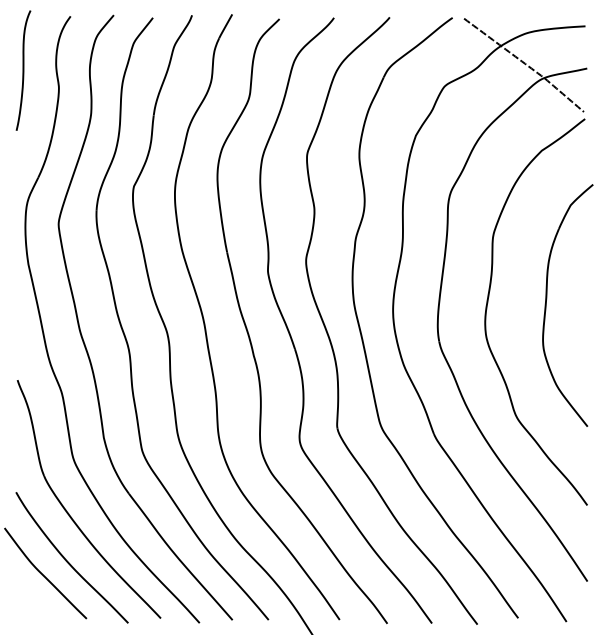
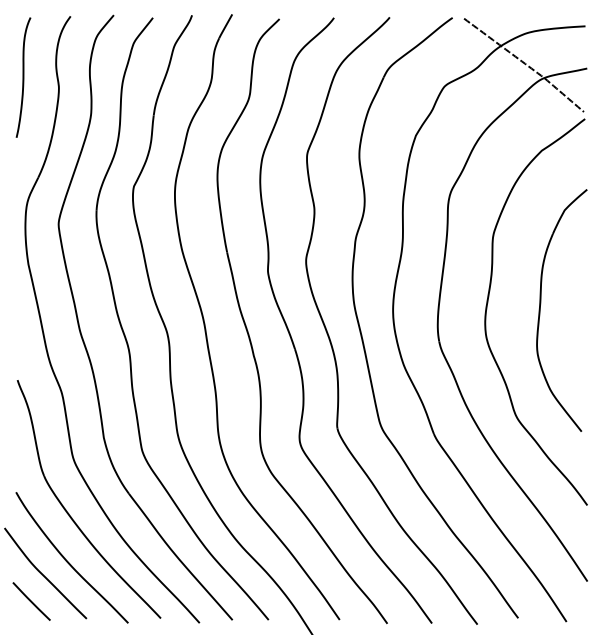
curve at (23, 70) position: (23, 70) -> (23, 77)
part at (547, 299) position: (547, 299) -> (541, 304)
line at (31, 601): none -> present
